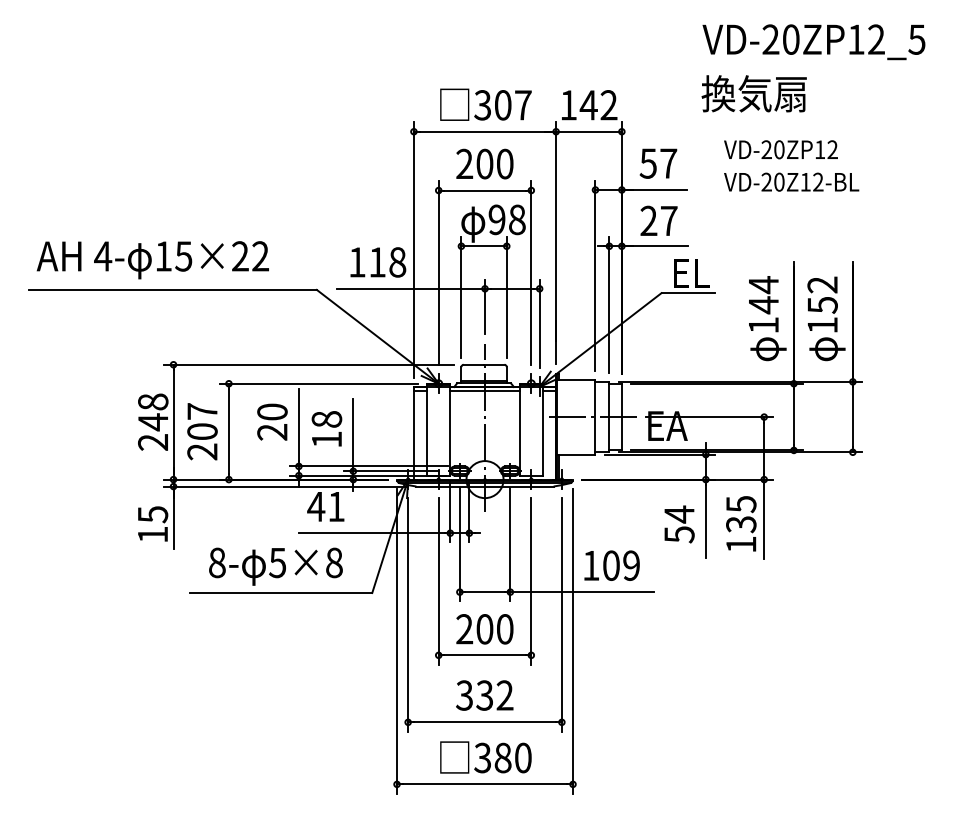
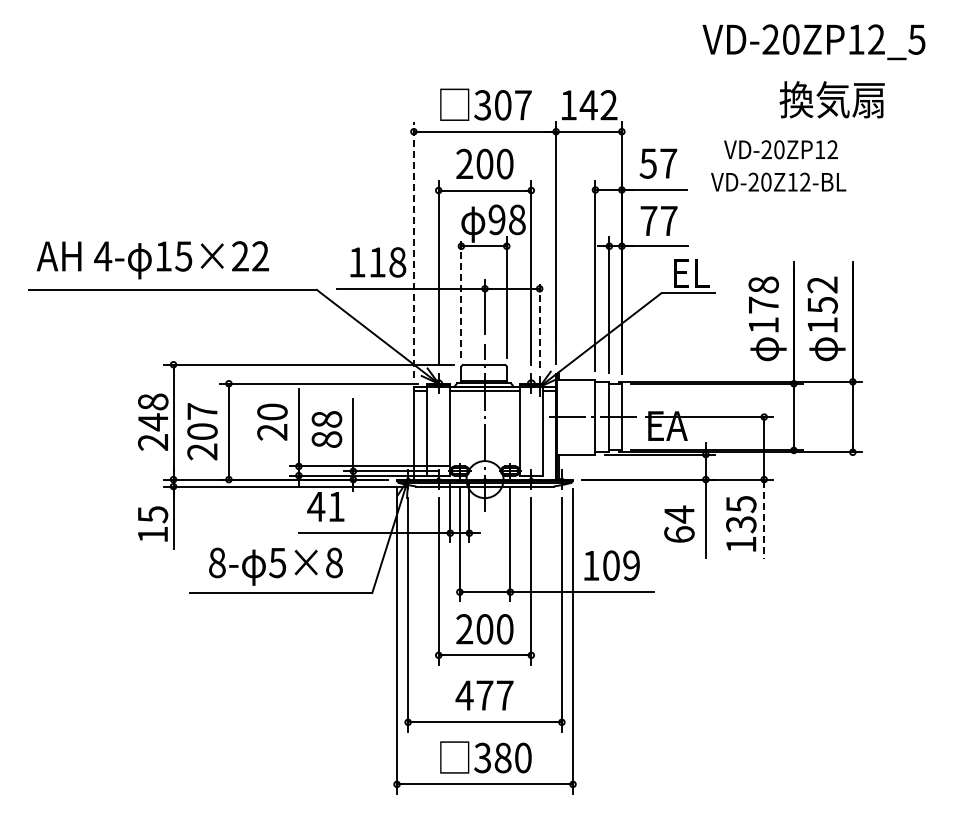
text at (753, 93) position: (753, 93) -> (831, 99)
text at (791, 181) position: (791, 181) -> (778, 181)
text at (648, 220): 27 -> 77
line at (413, 250): solid -> dashed
text at (763, 295): 144 -> 178
line at (461, 296): solid -> dashed
line at (539, 323): solid -> dashed
text at (326, 439): 18 -> 88
line at (764, 520): solid -> dashed
text at (679, 534): 54 -> 64
text at (484, 695): 332 -> 477
